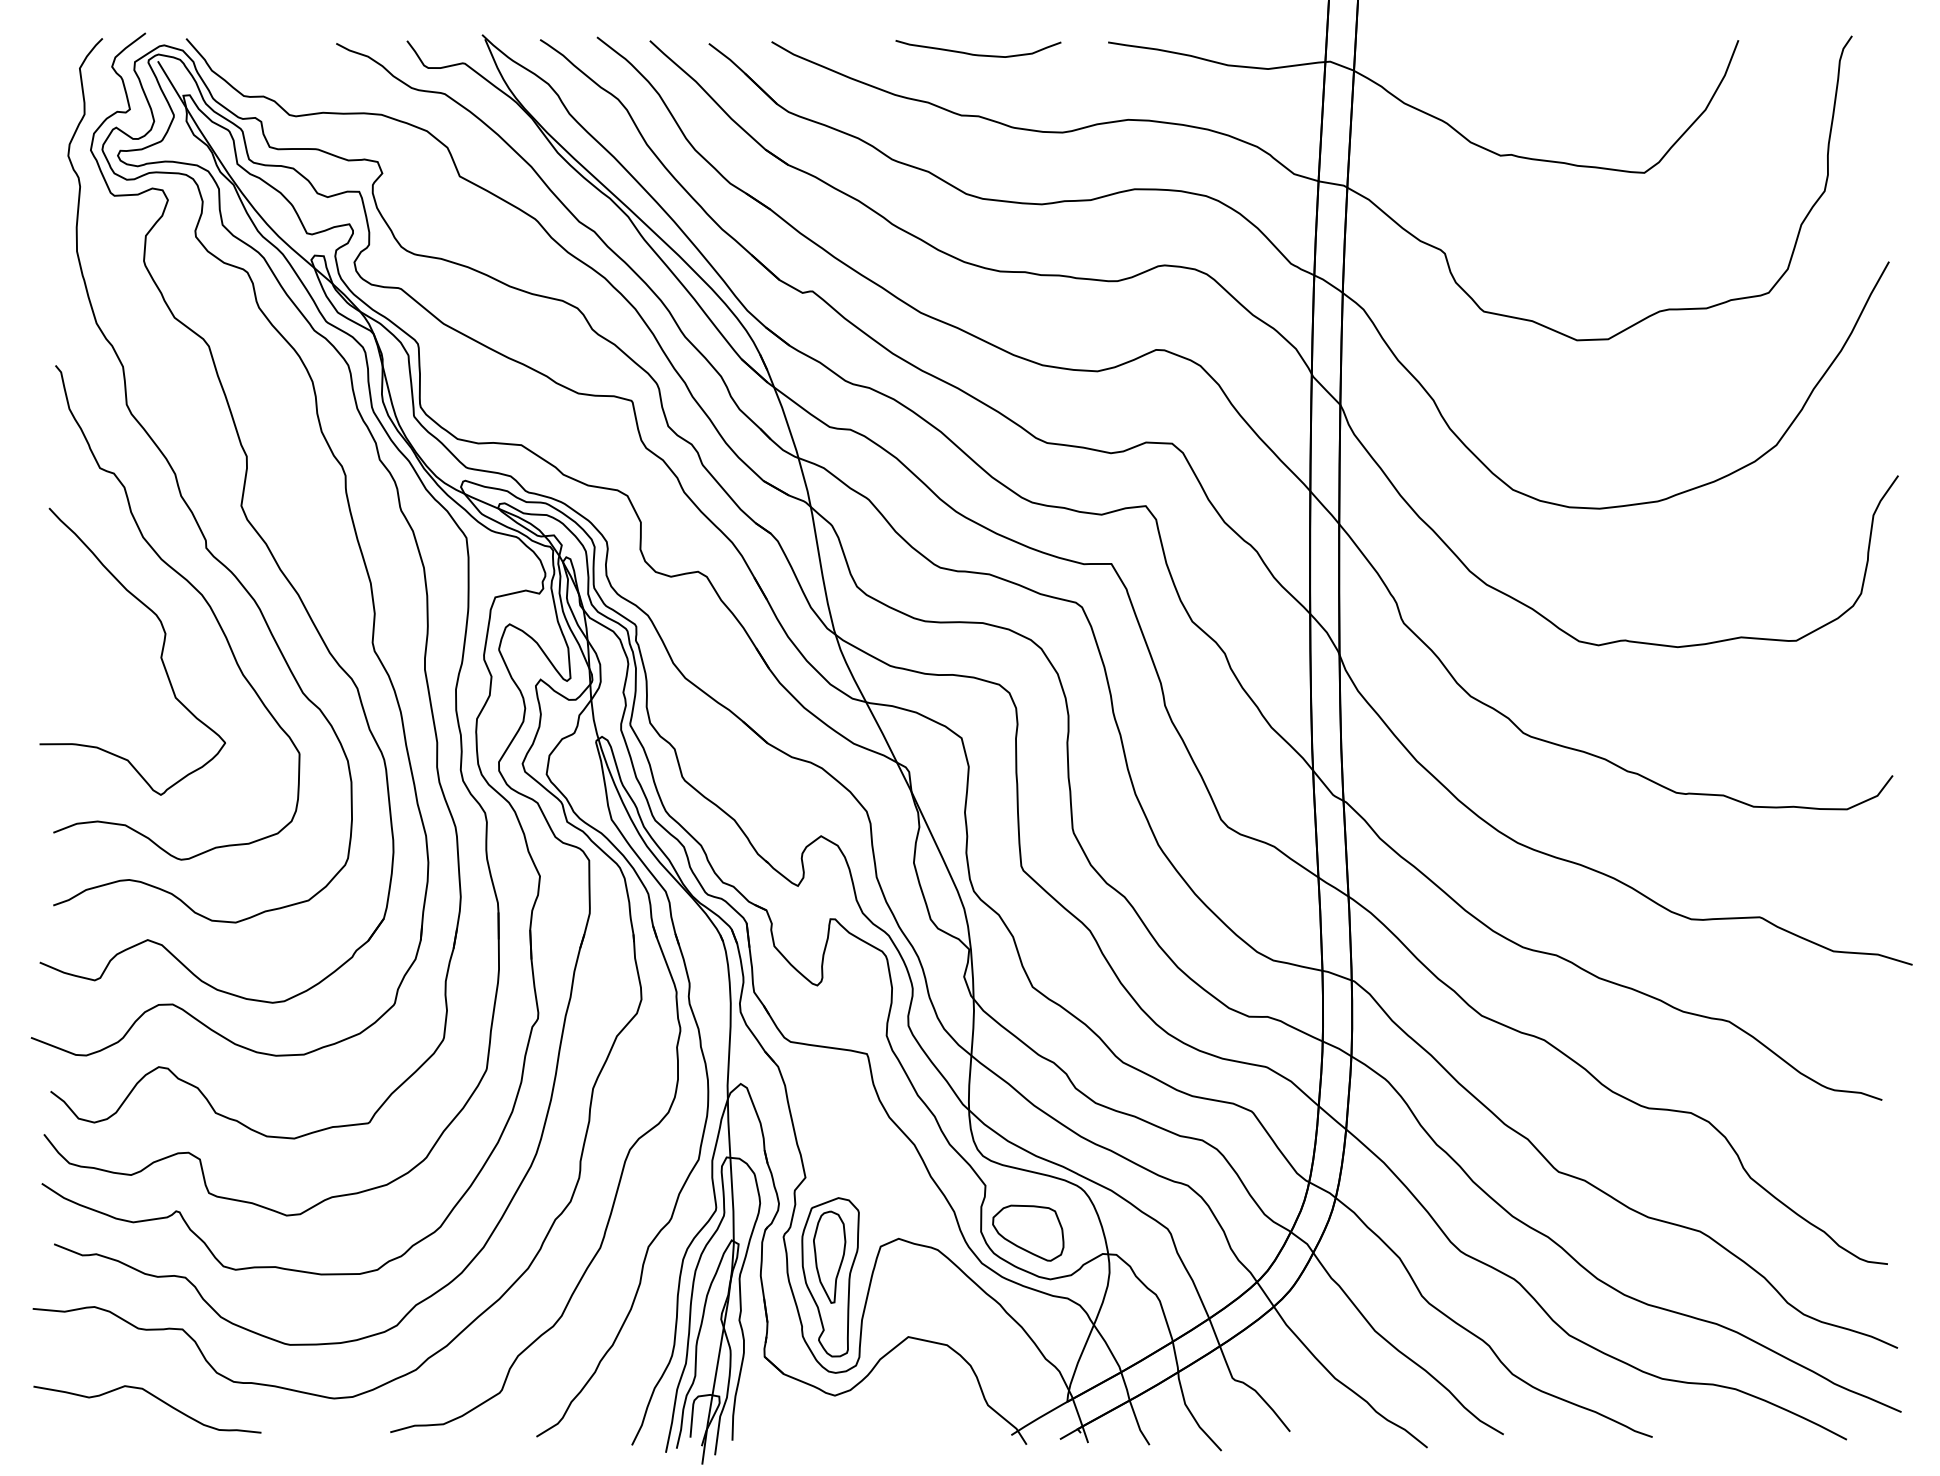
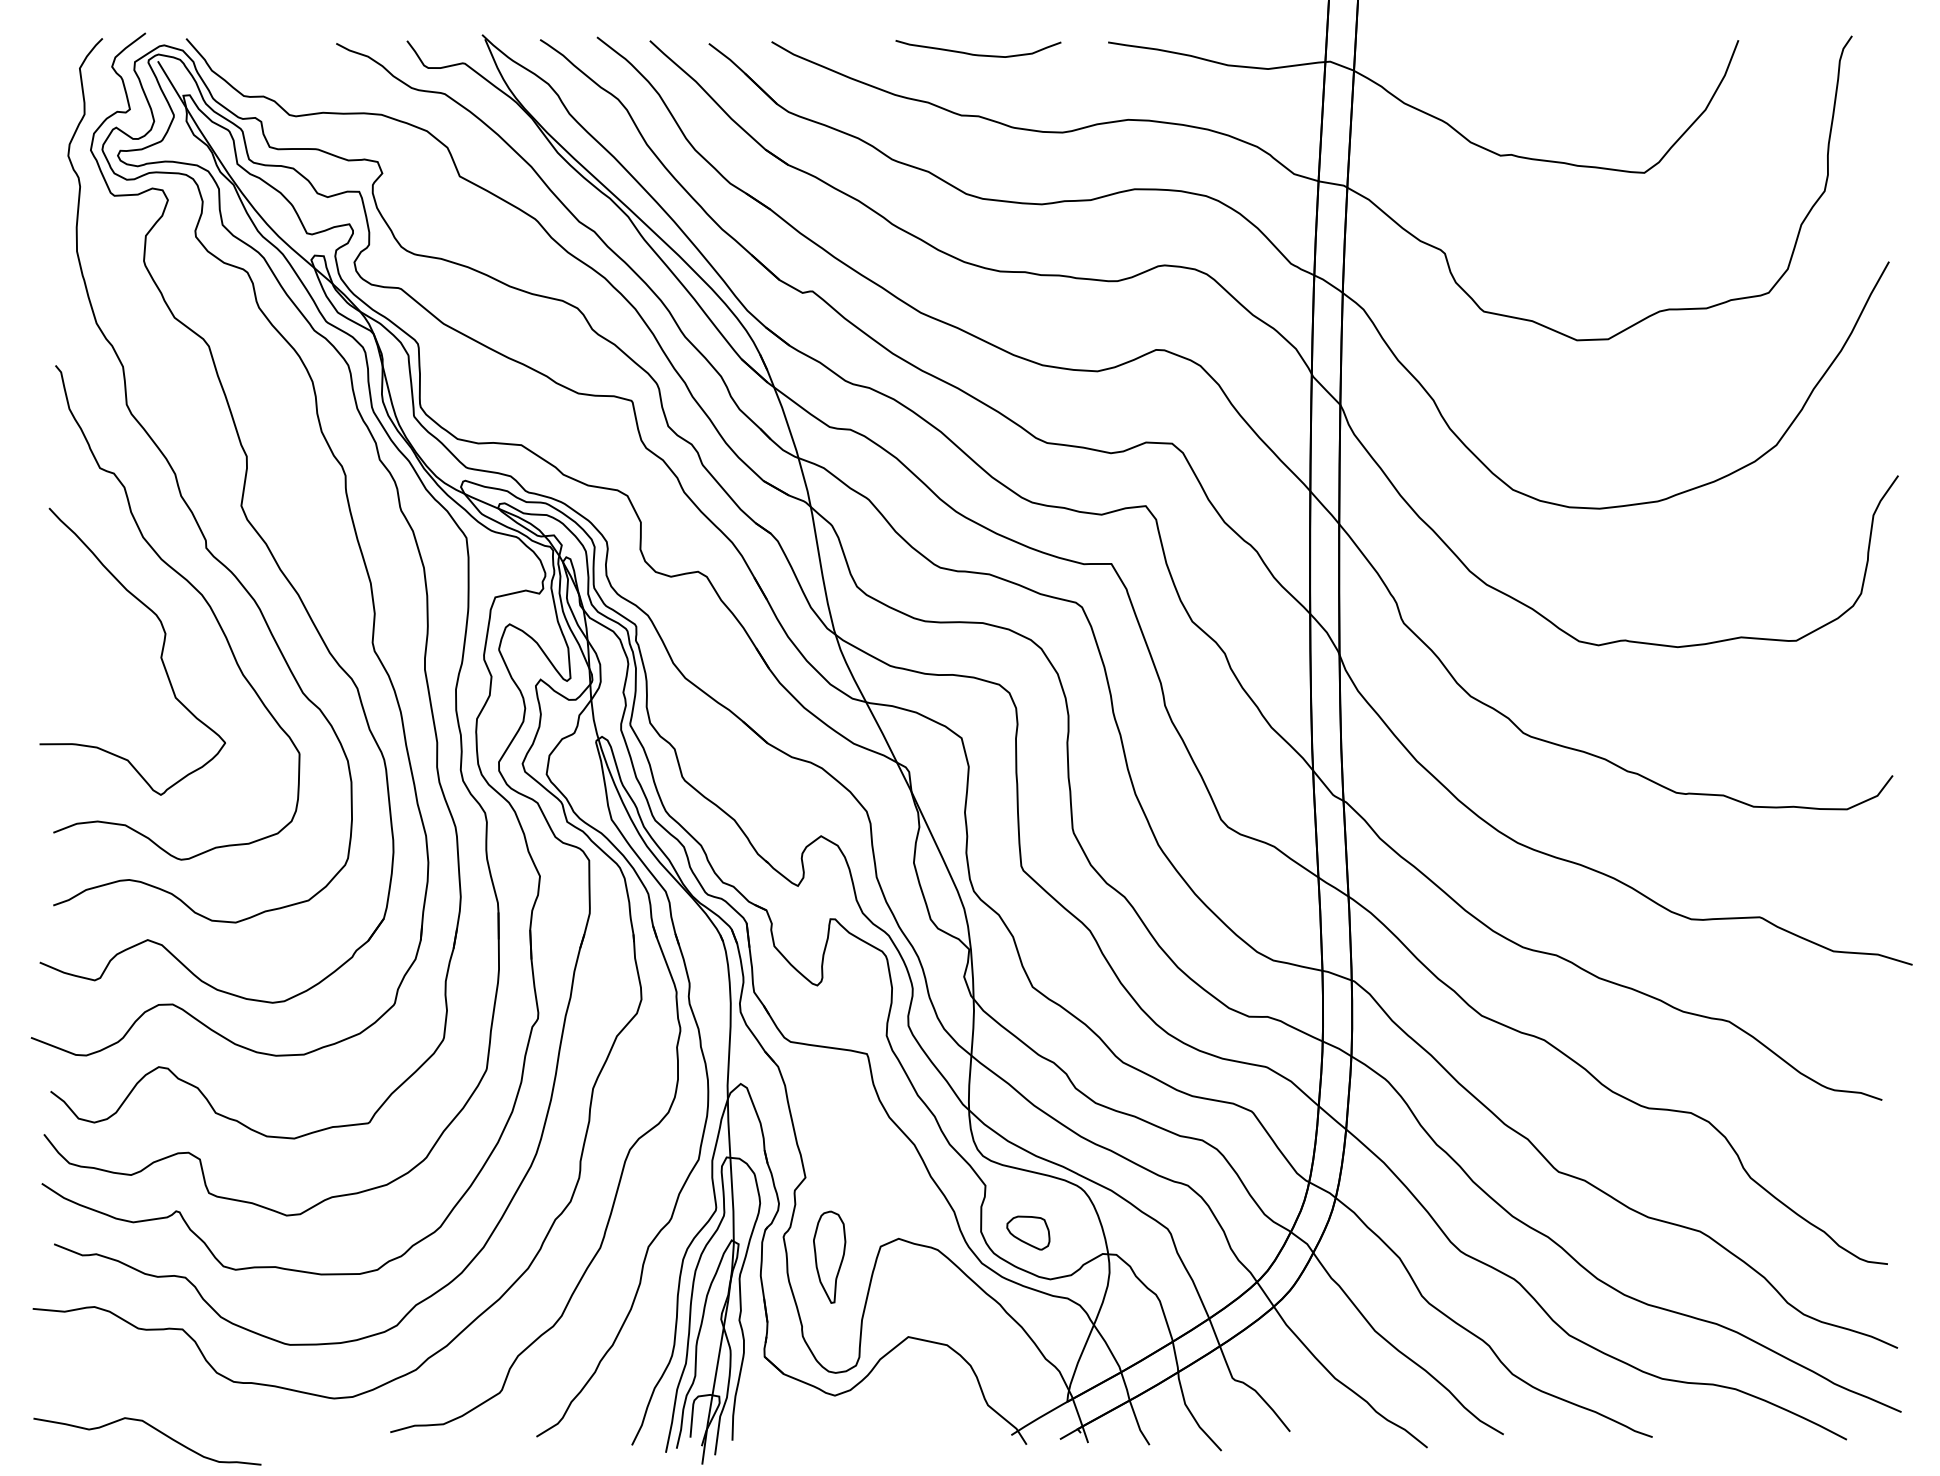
part at (1028, 1232) size: 73x58 px -> 45x36 px
part at (830, 1277): present -> none
curve at (154, 1397) position: (154, 1397) -> (154, 1429)
